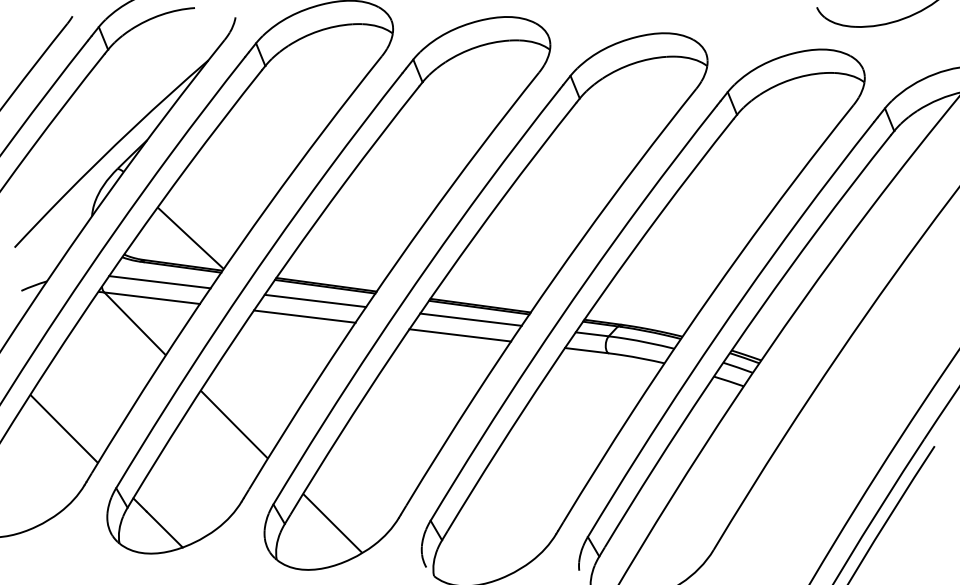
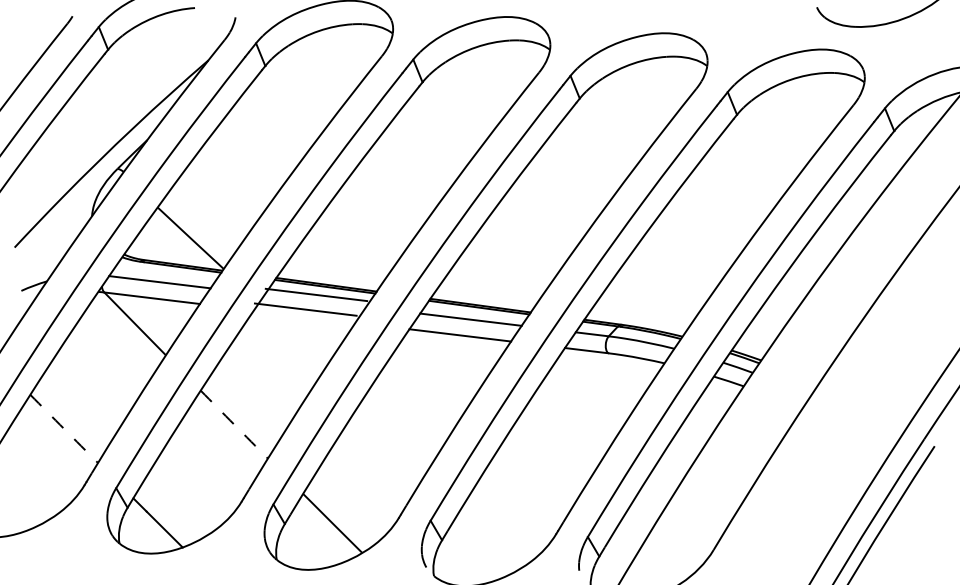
line at (315, 300) position: (315, 300) -> (316, 294)
line at (304, 316) position: (304, 316) -> (305, 309)
arc at (234, 424): solid -> dashed
arc at (64, 428): solid -> dashed
